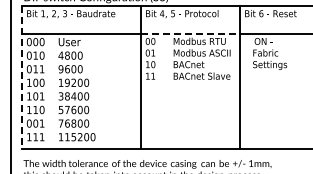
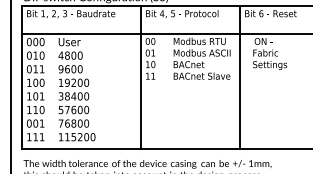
line at (190, 34): dashed -> solid
line at (22, 78): dashed -> solid
